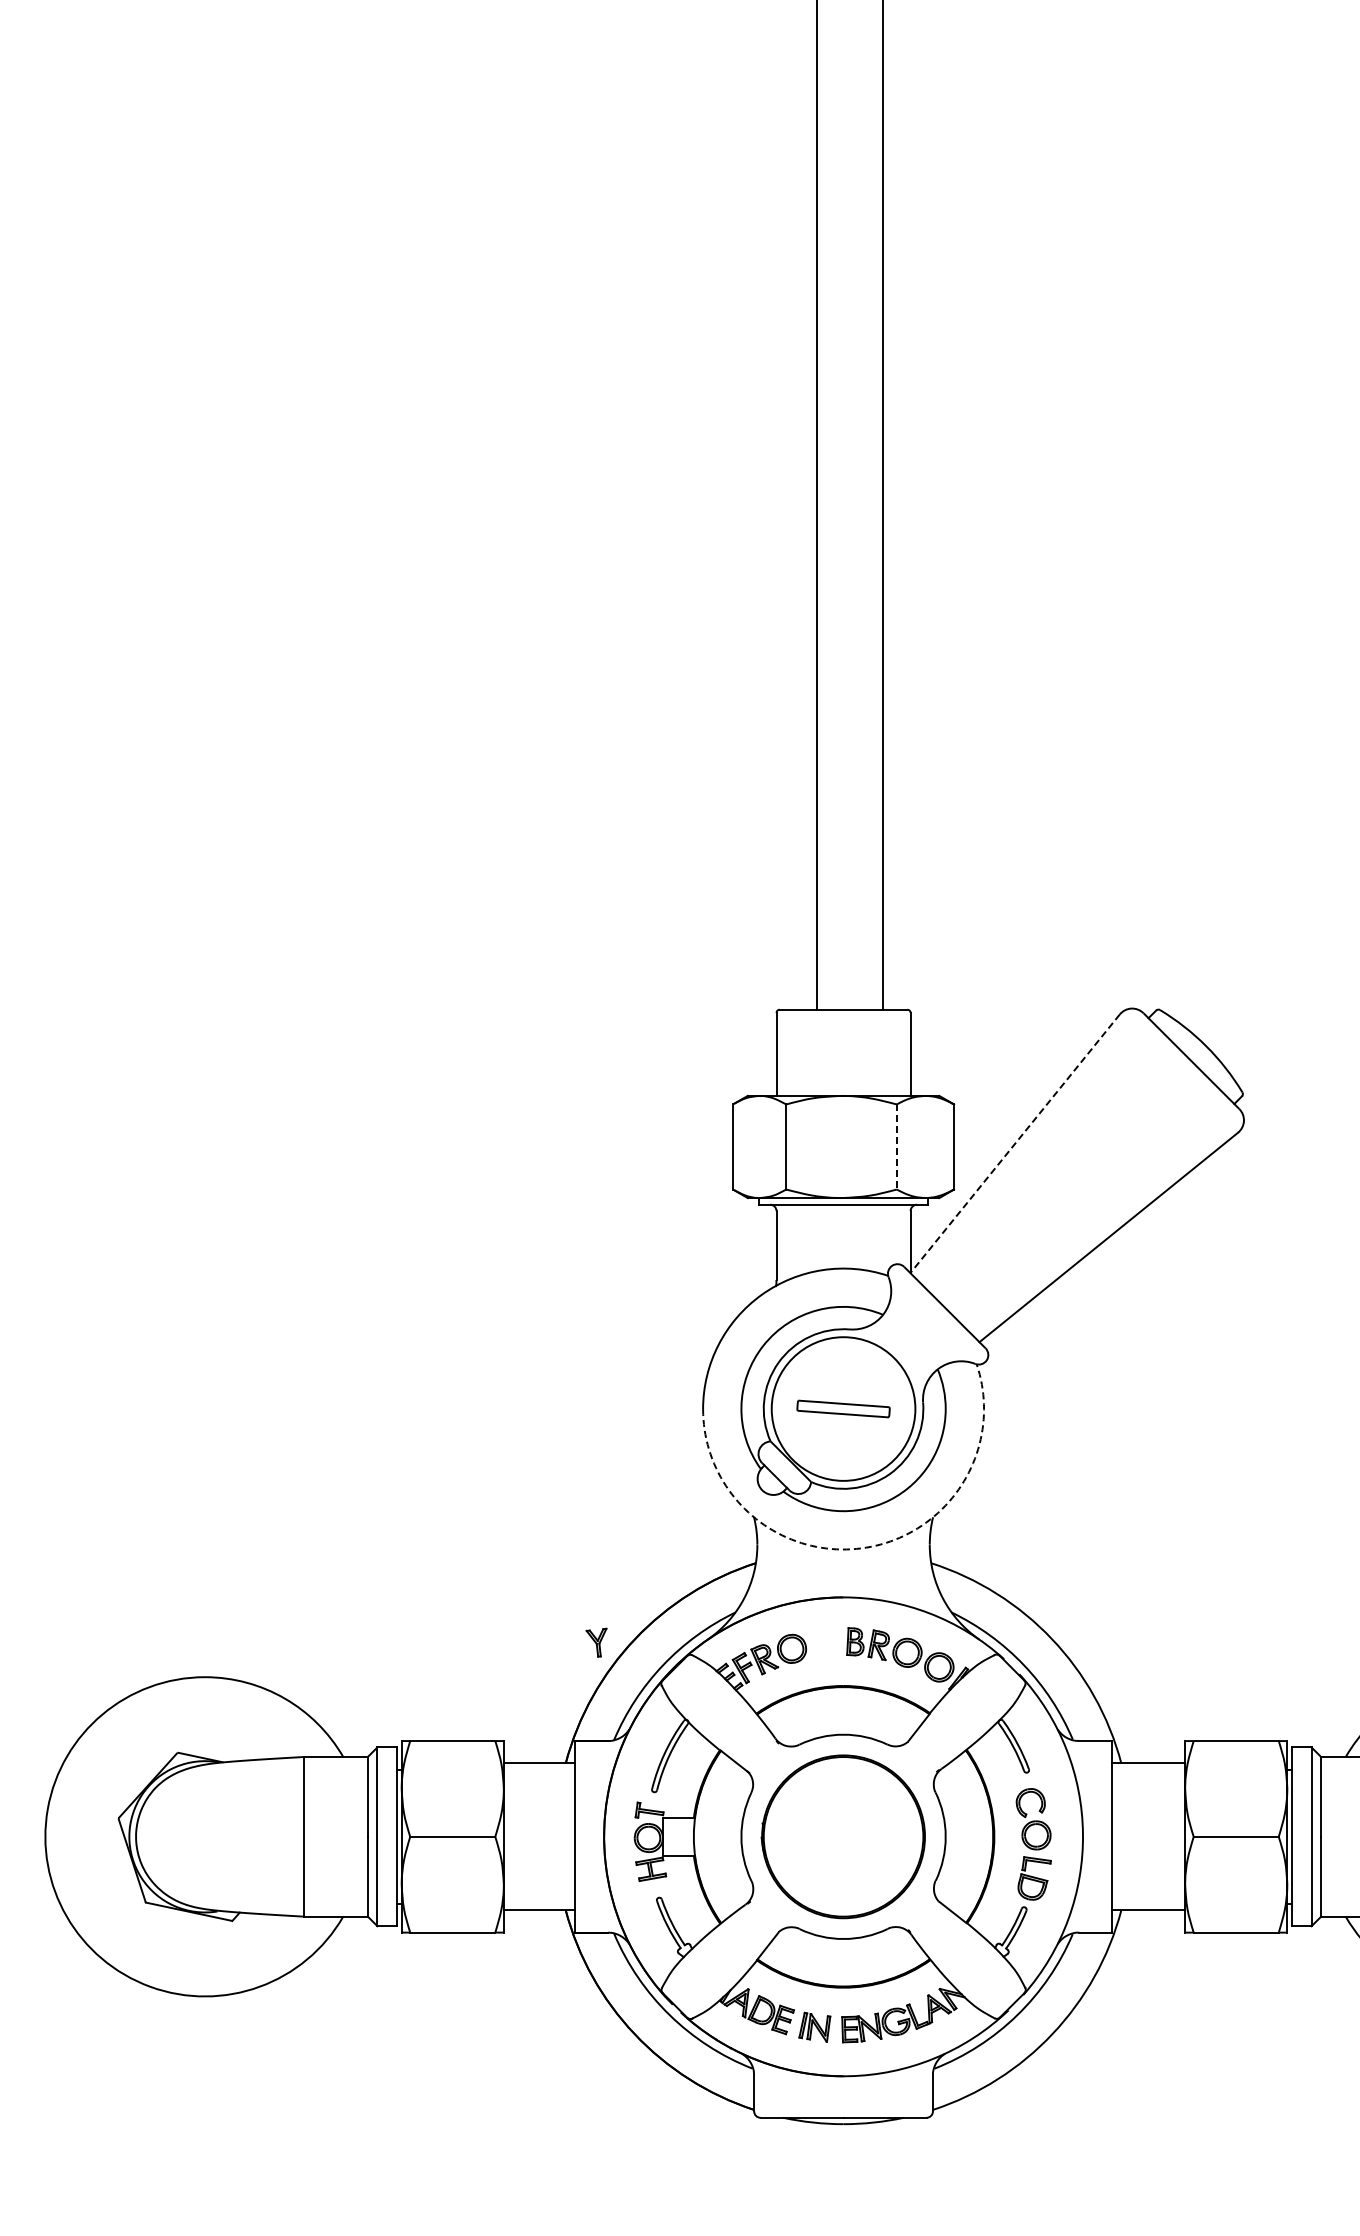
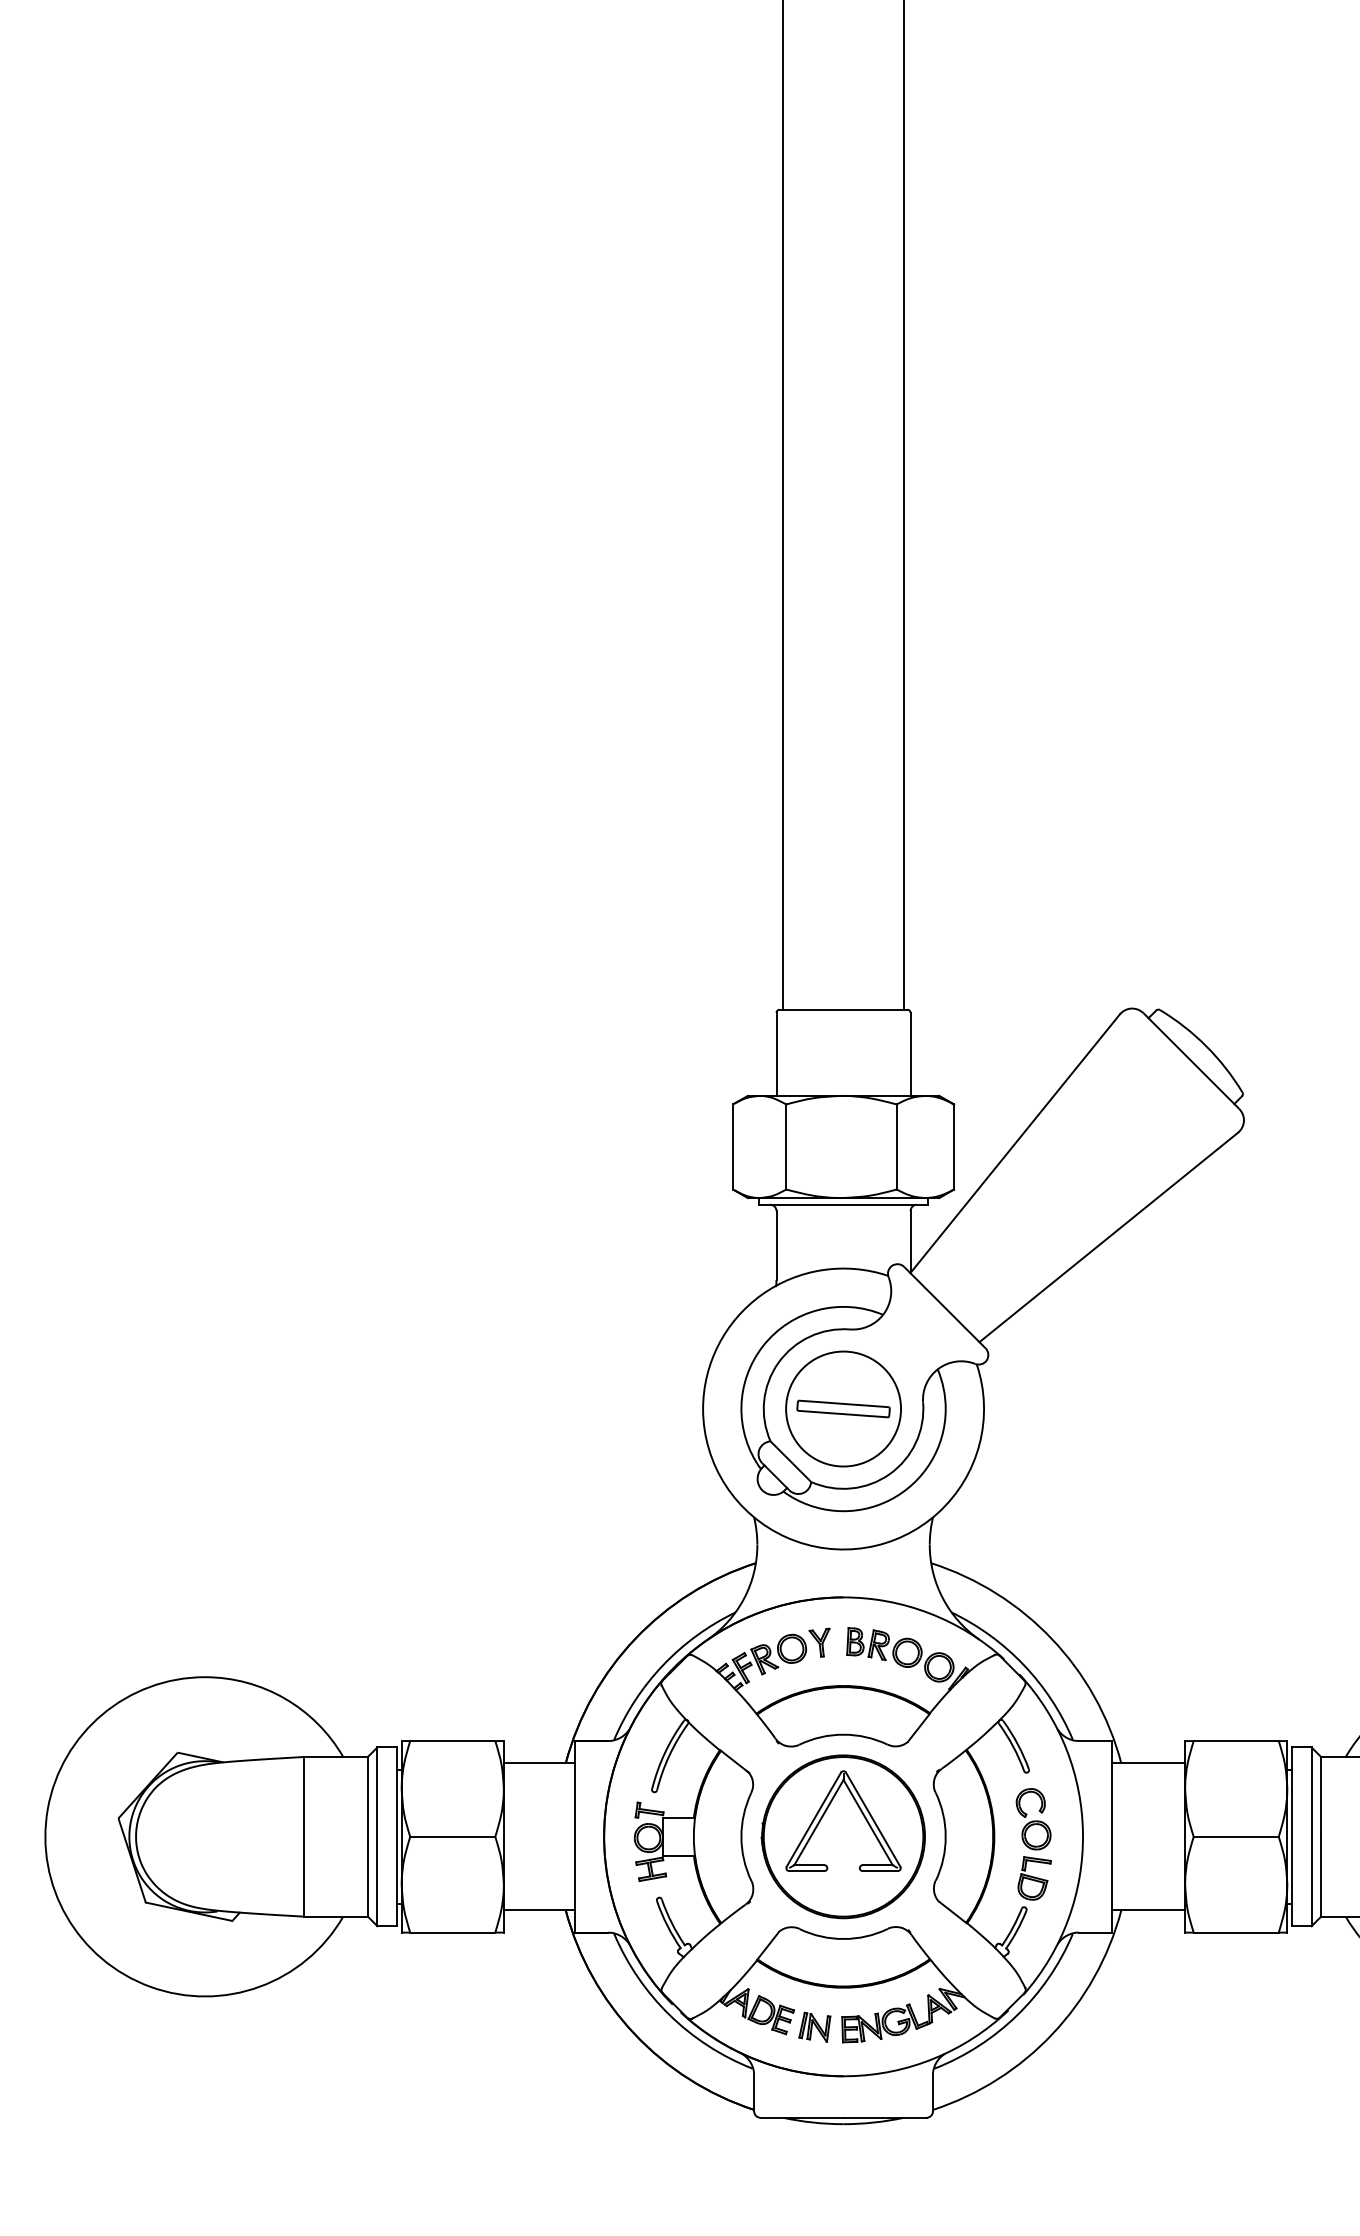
line at (816, 505) position: (816, 505) -> (782, 505)
line at (883, 505) position: (883, 505) -> (904, 505)
line at (1014, 1144): dashed -> solid
line at (896, 1147): dashed -> solid
circle at (843, 1408) diameter: 144 px -> 115 px
arc at (866, 1547): dashed -> solid
part at (596, 1642) position: (596, 1642) -> (819, 1642)
part at (828, 1808): none -> present
